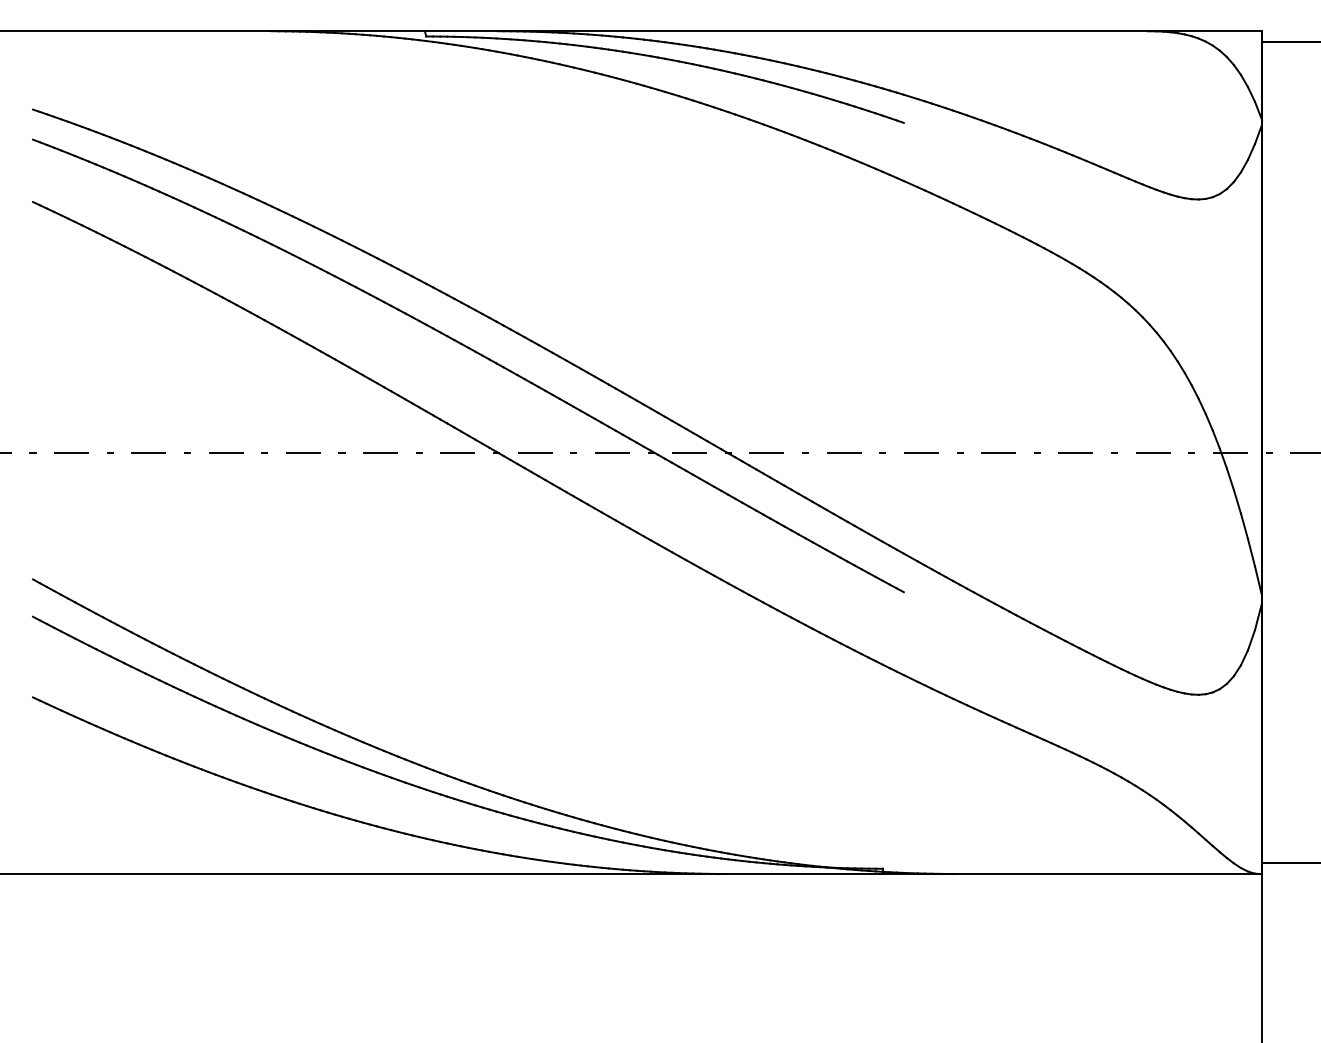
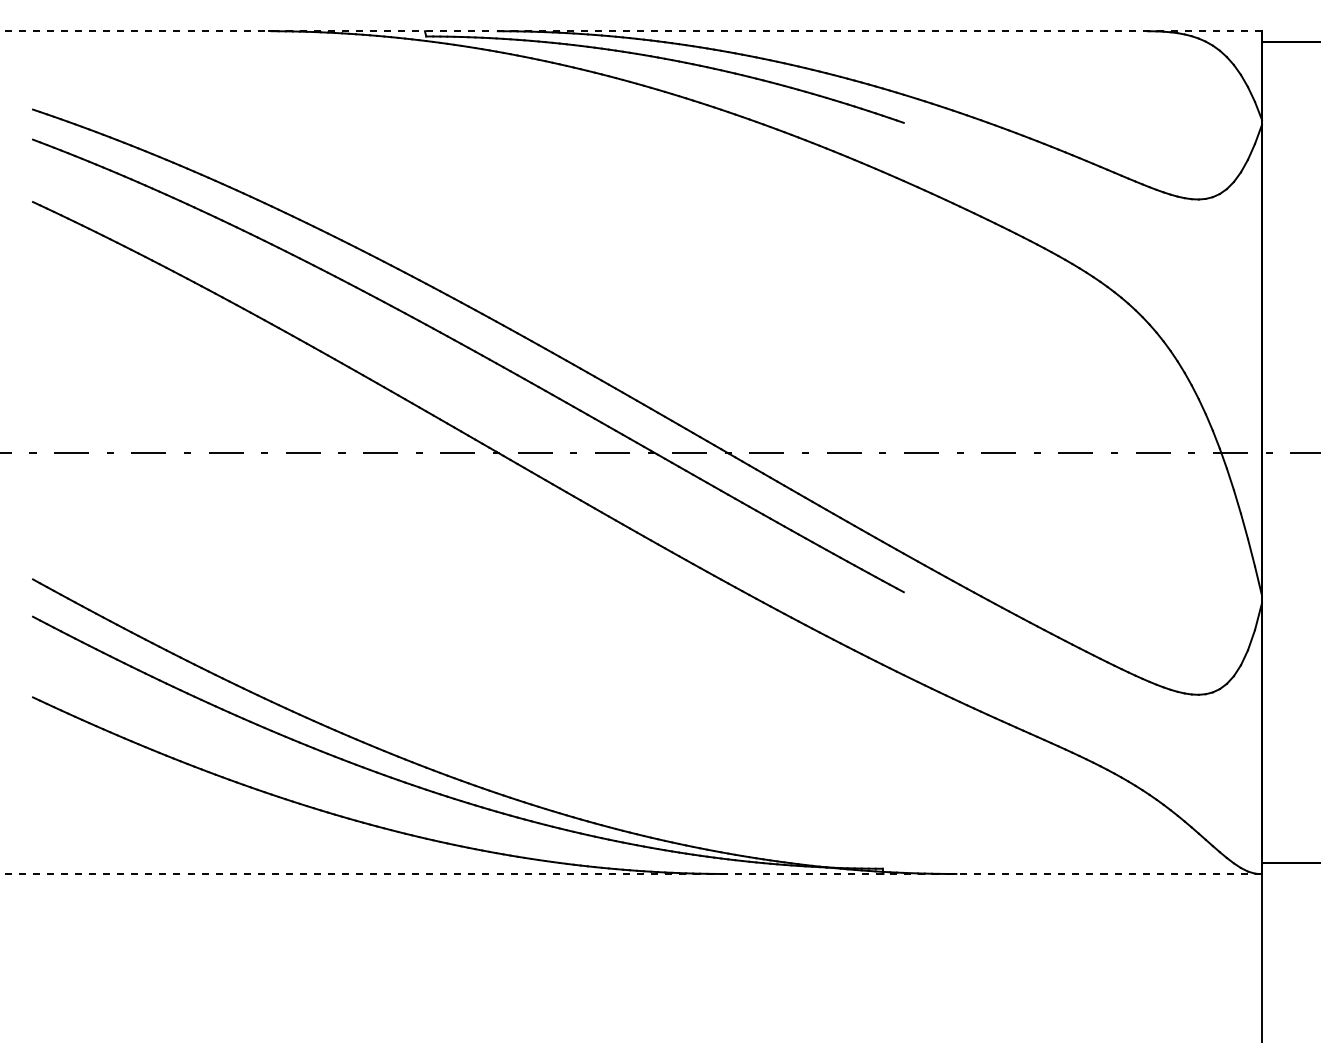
line at (631, 31): solid -> dashed
line at (631, 874): solid -> dashed
